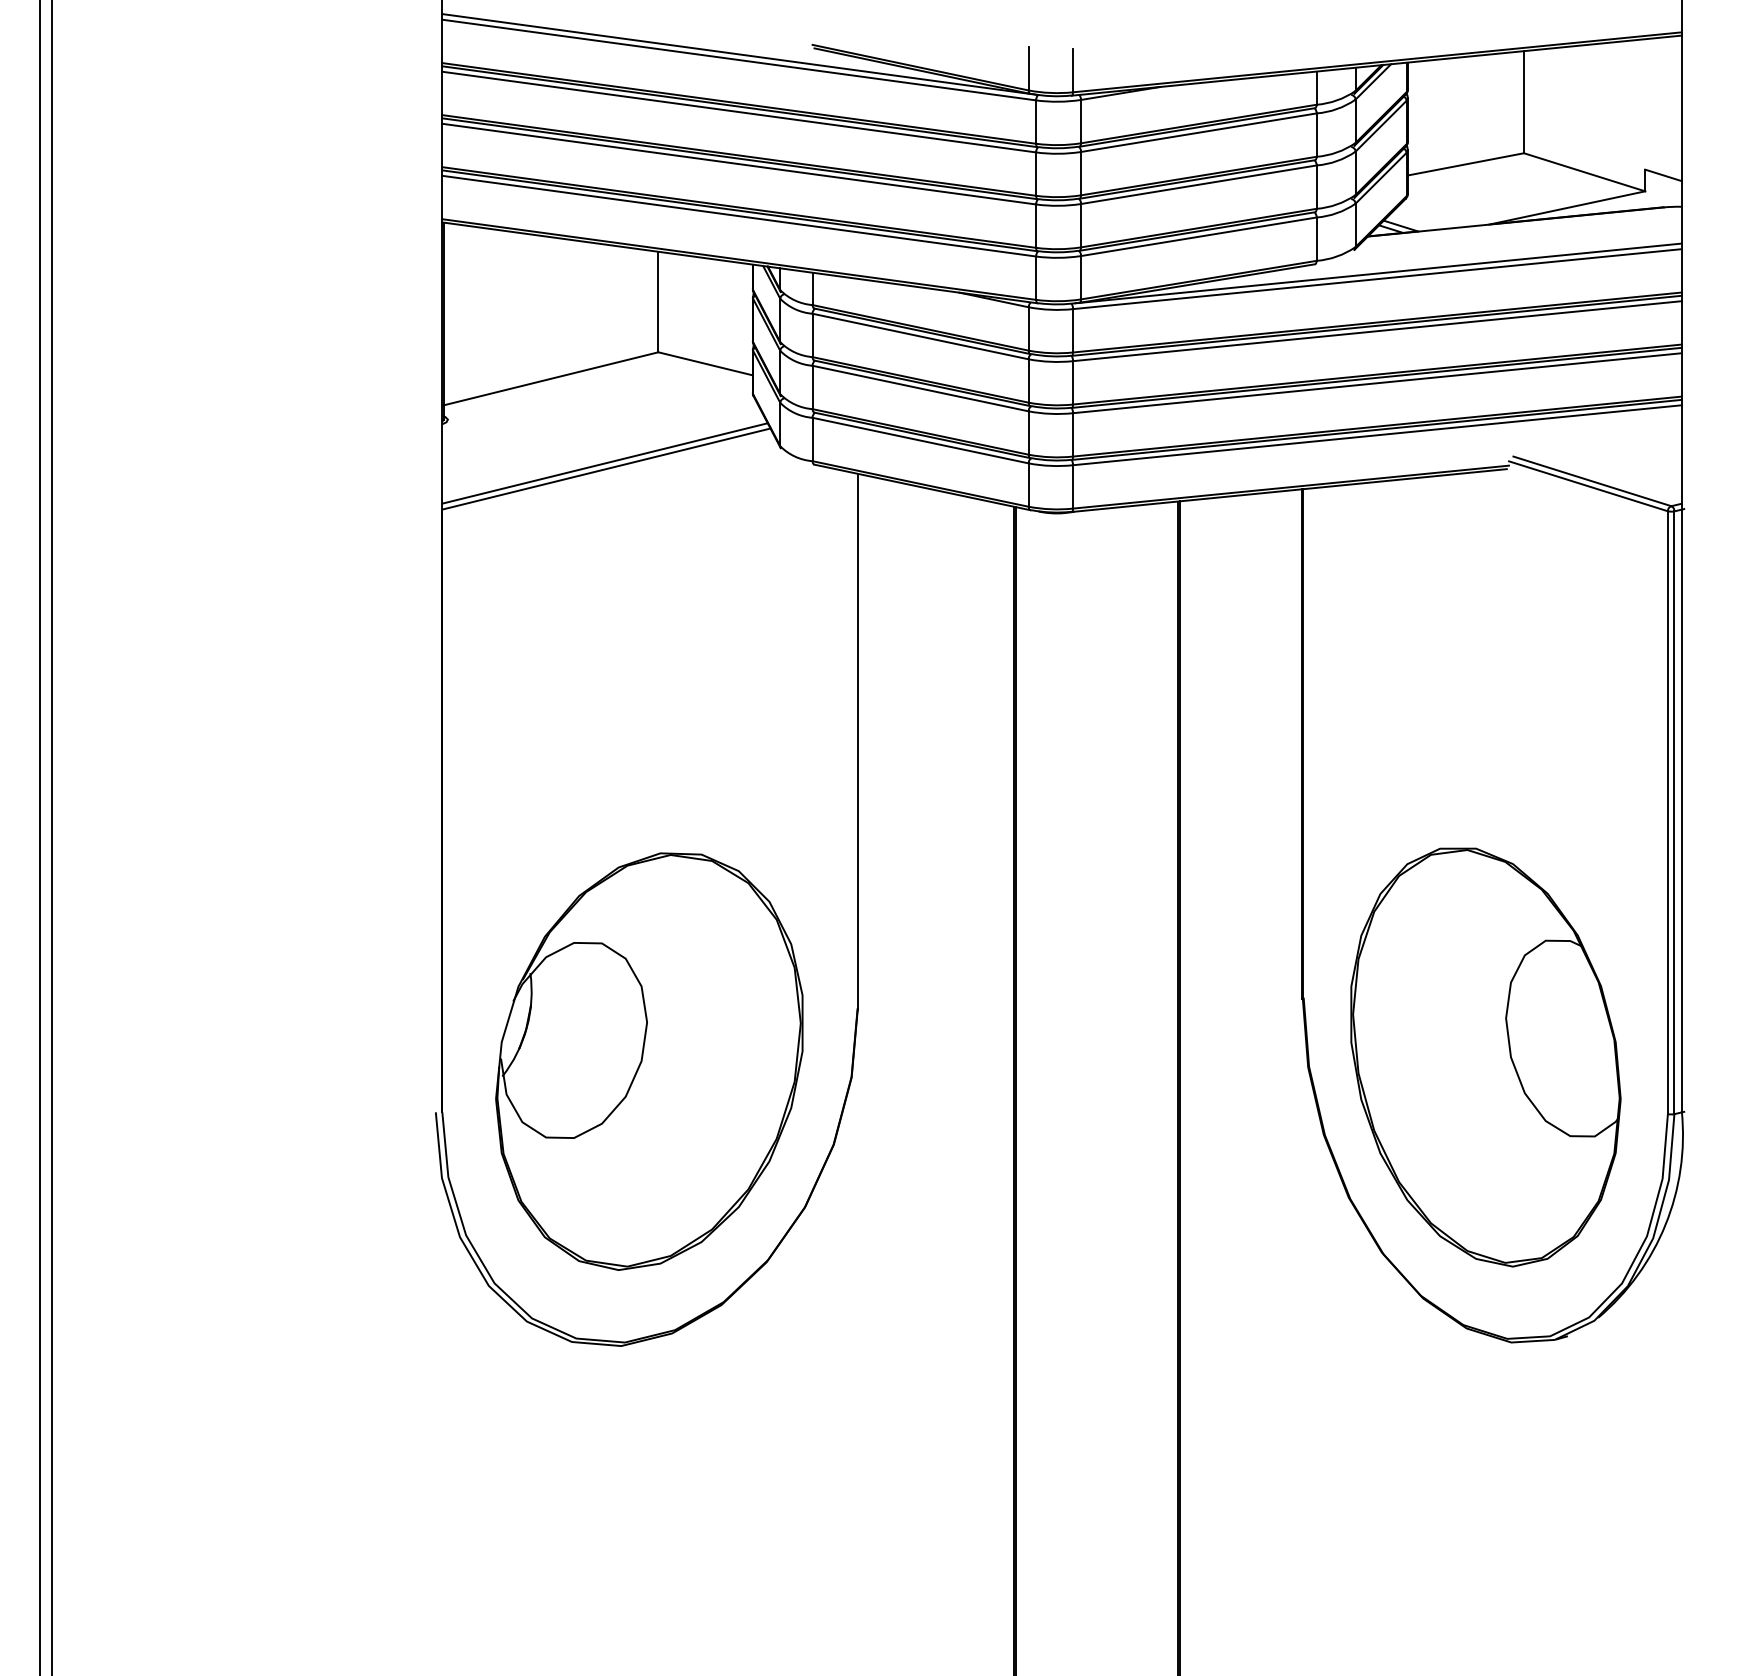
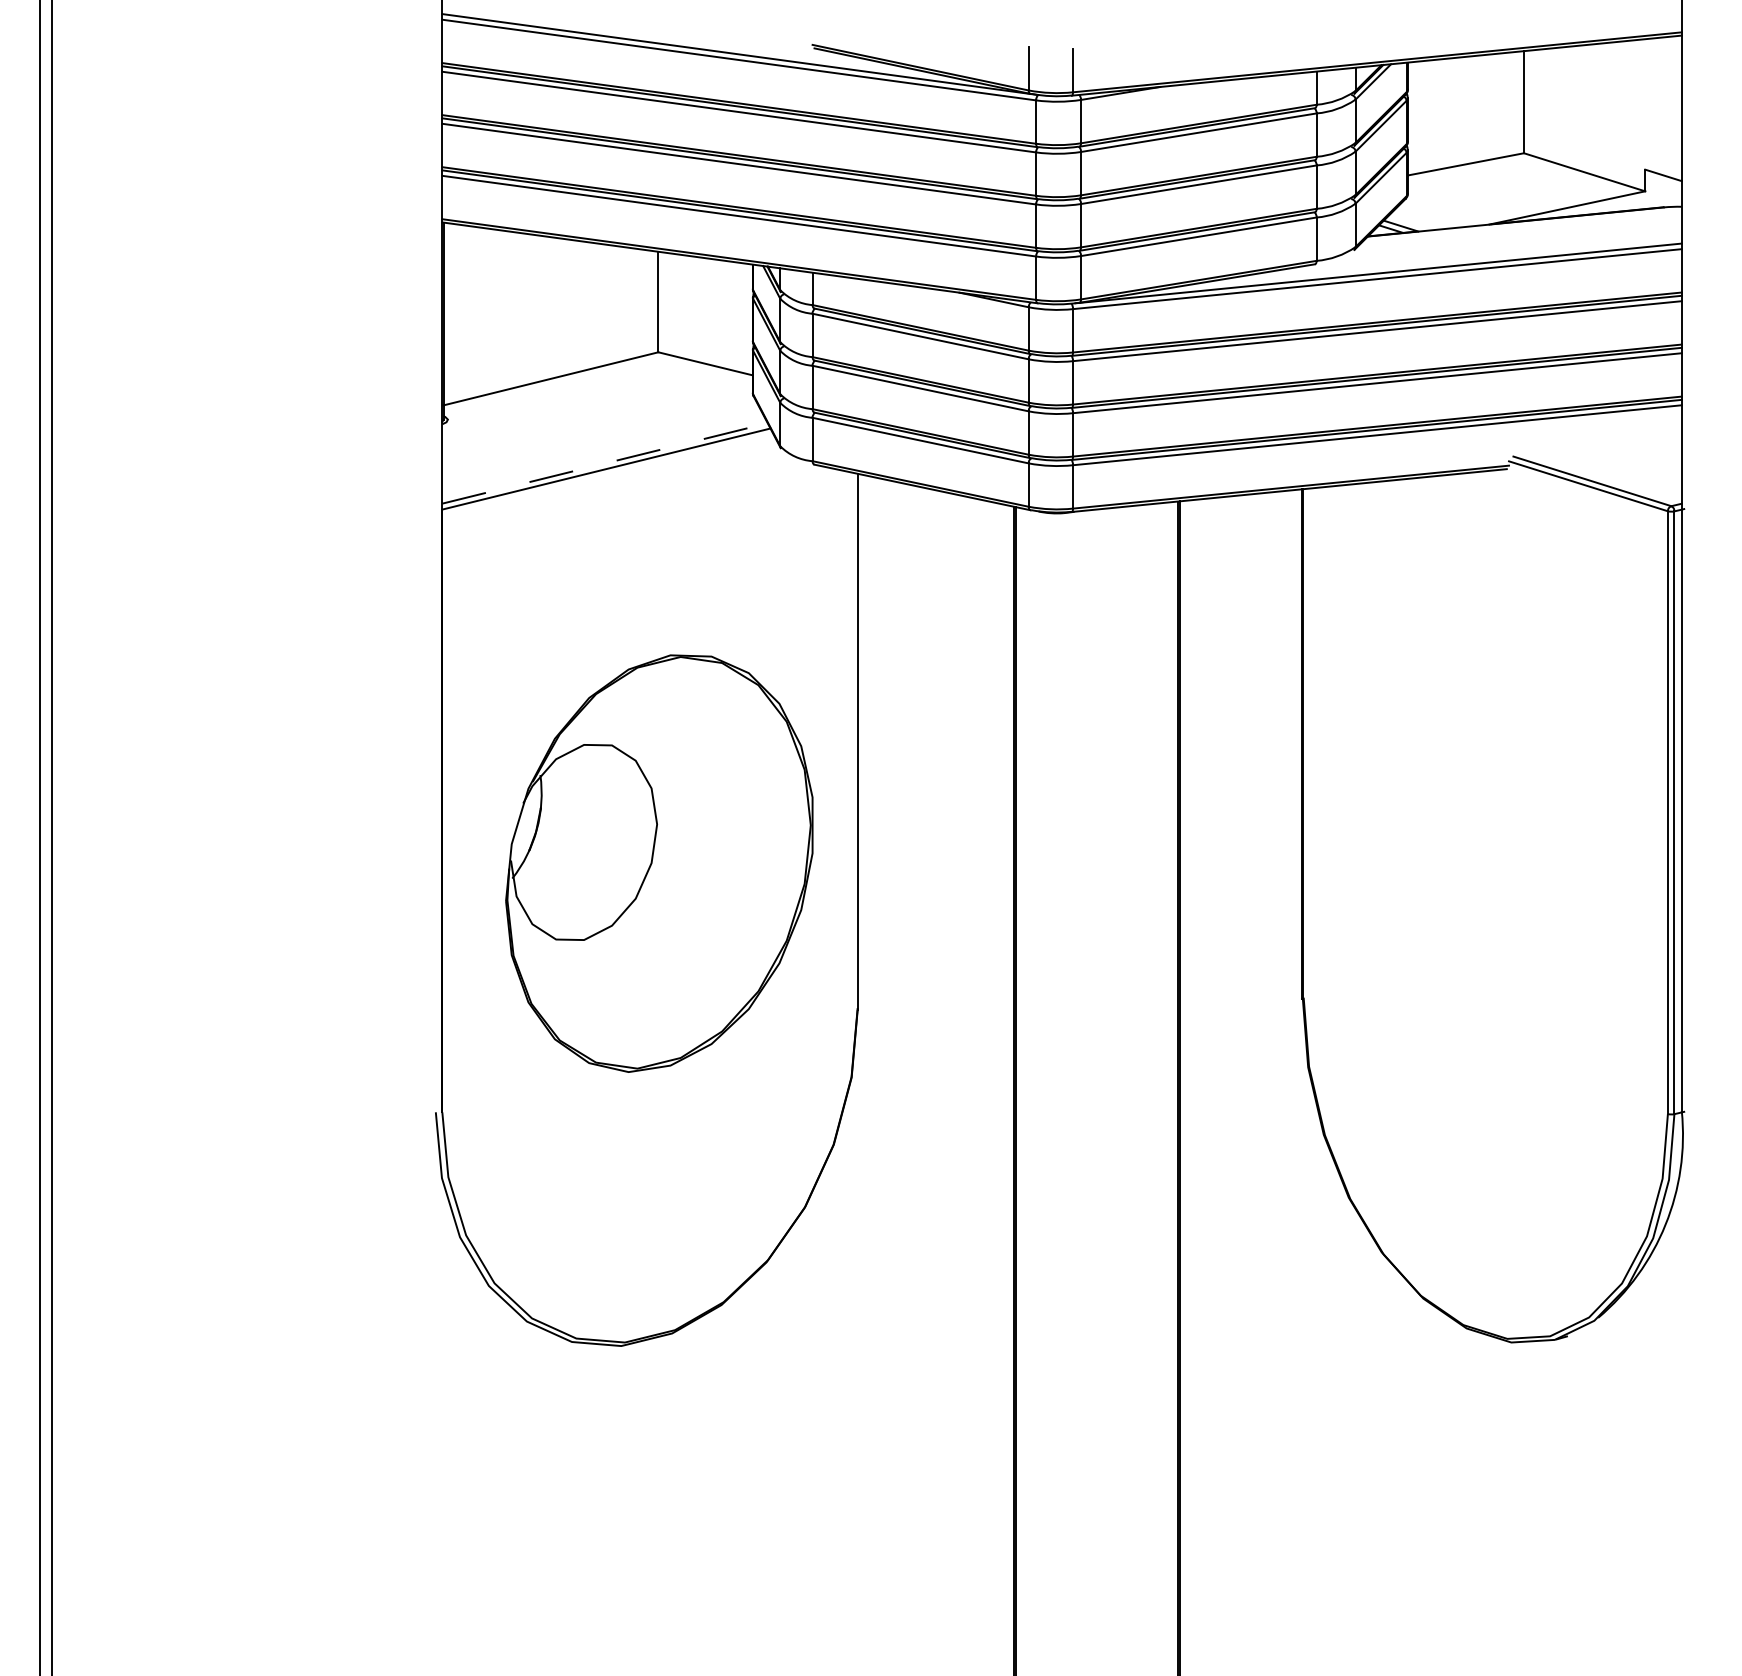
line at (605, 463): solid -> dashed
part at (1485, 1057): present -> none
part at (649, 1061) position: (649, 1061) -> (659, 863)
